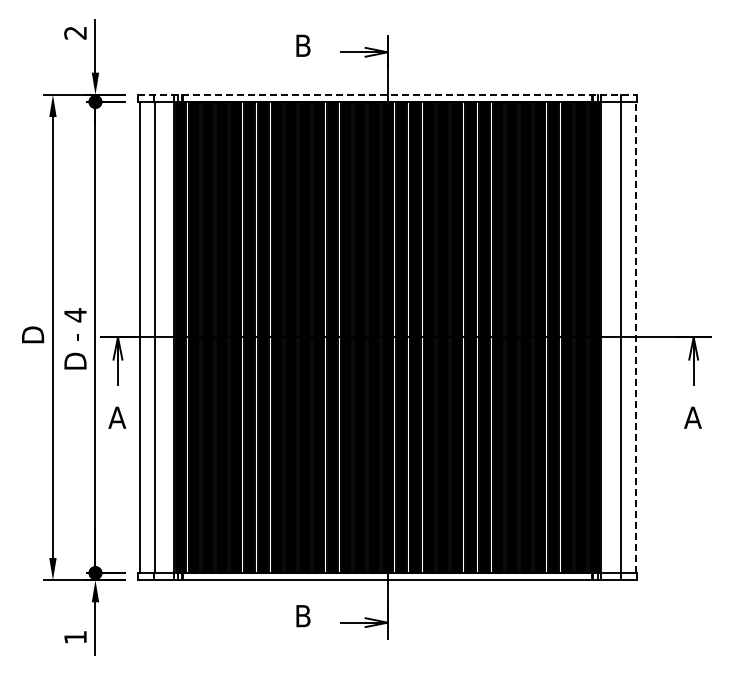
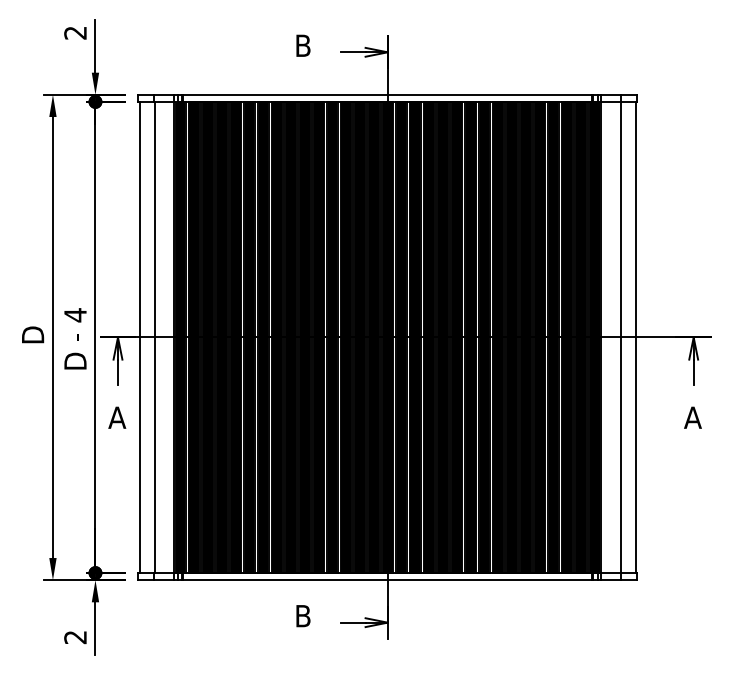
line at (387, 94): dashed -> solid
line at (635, 337): dashed -> solid
text at (75, 637): 1 -> 2
